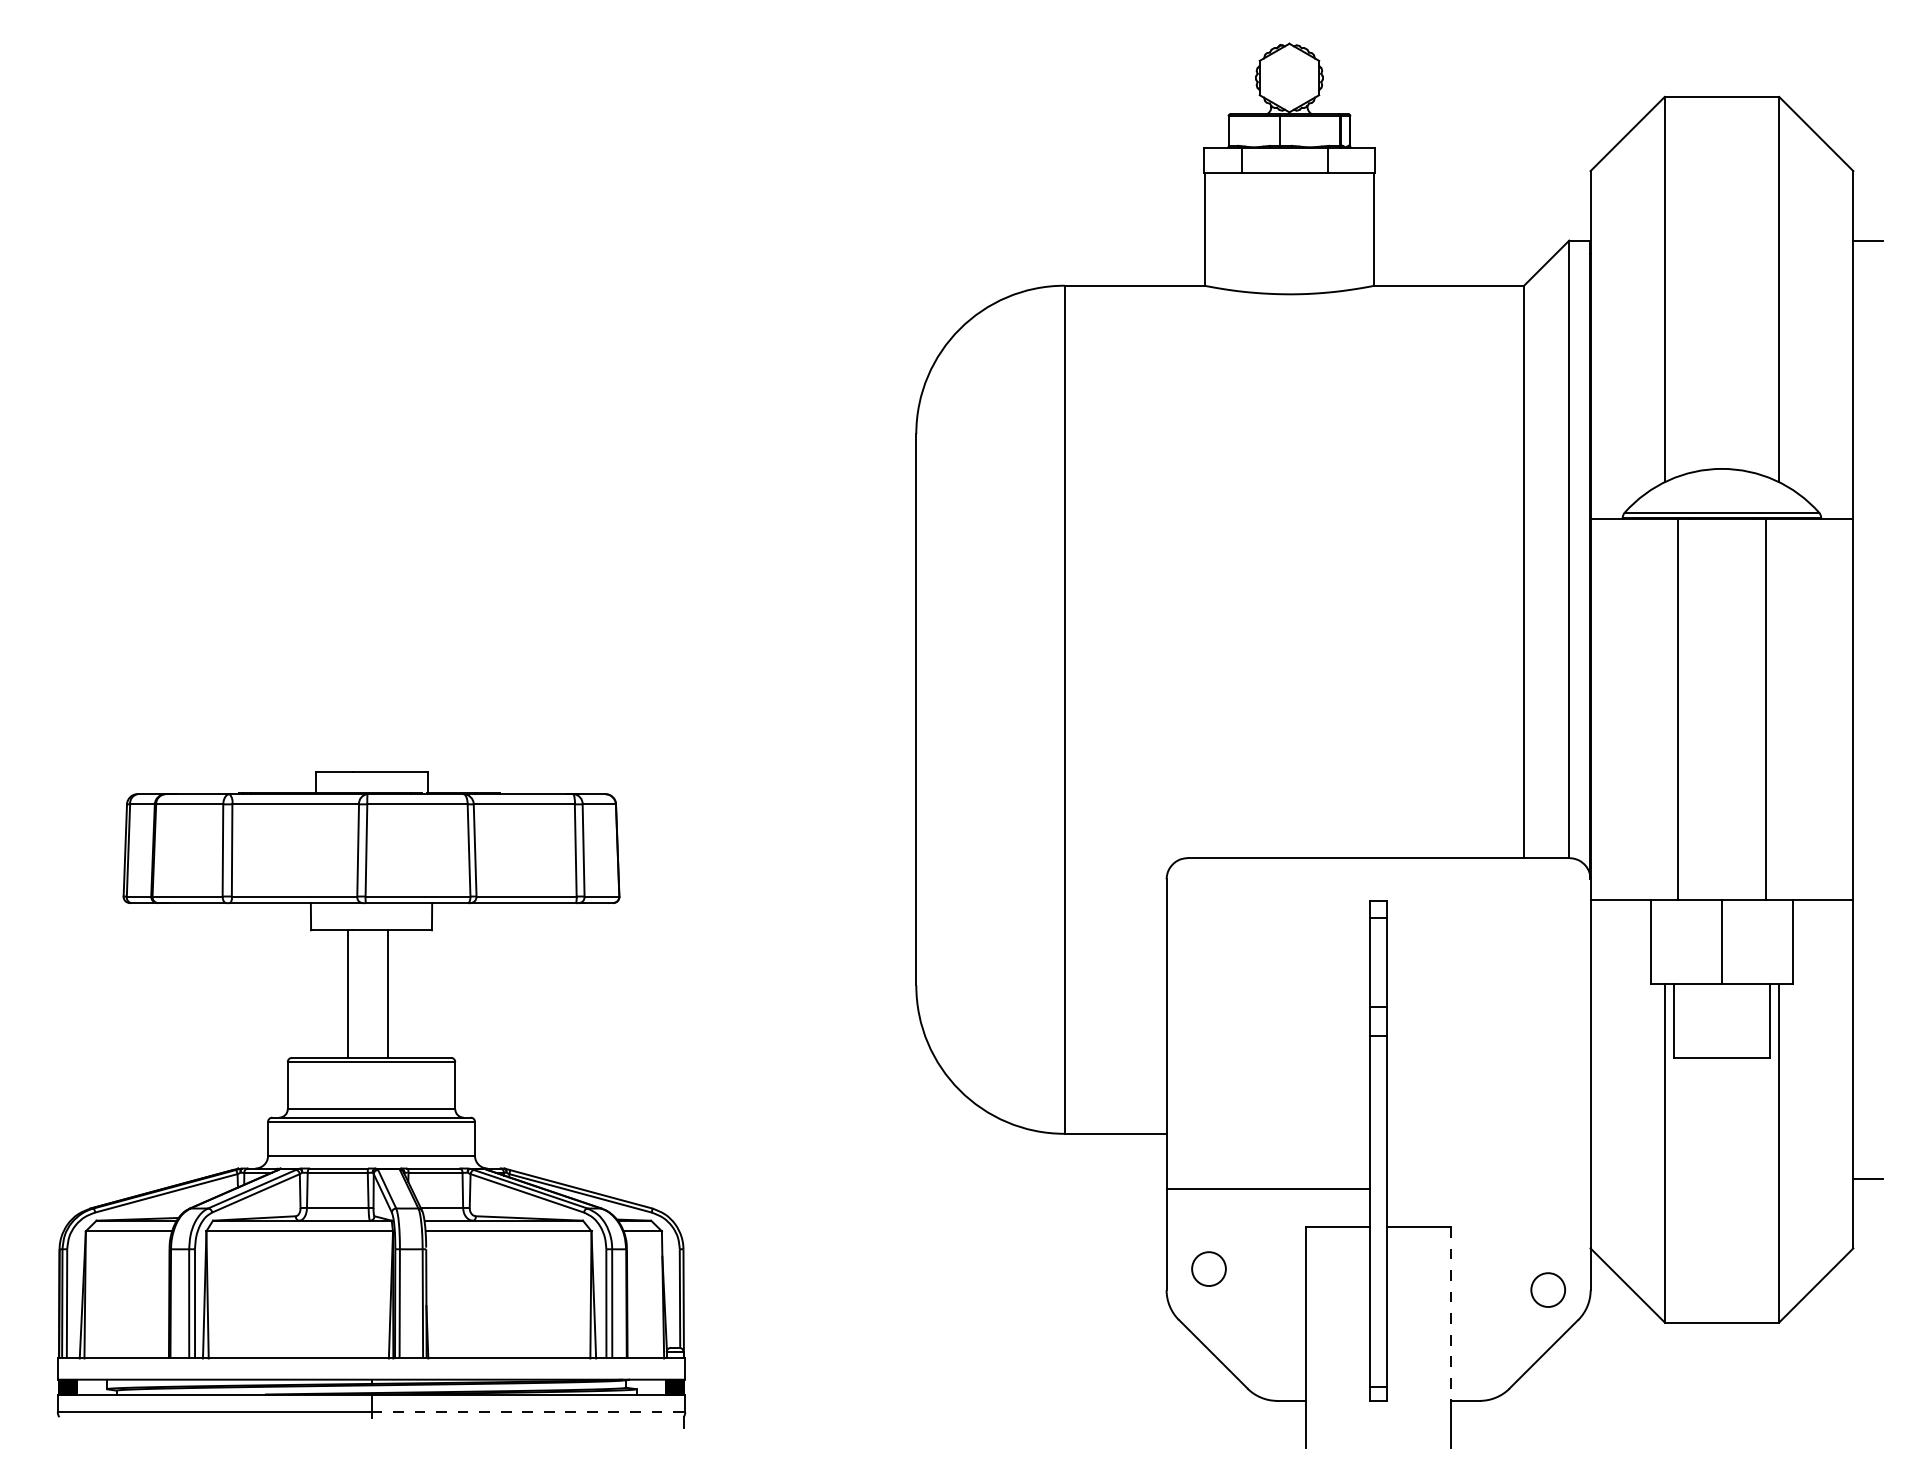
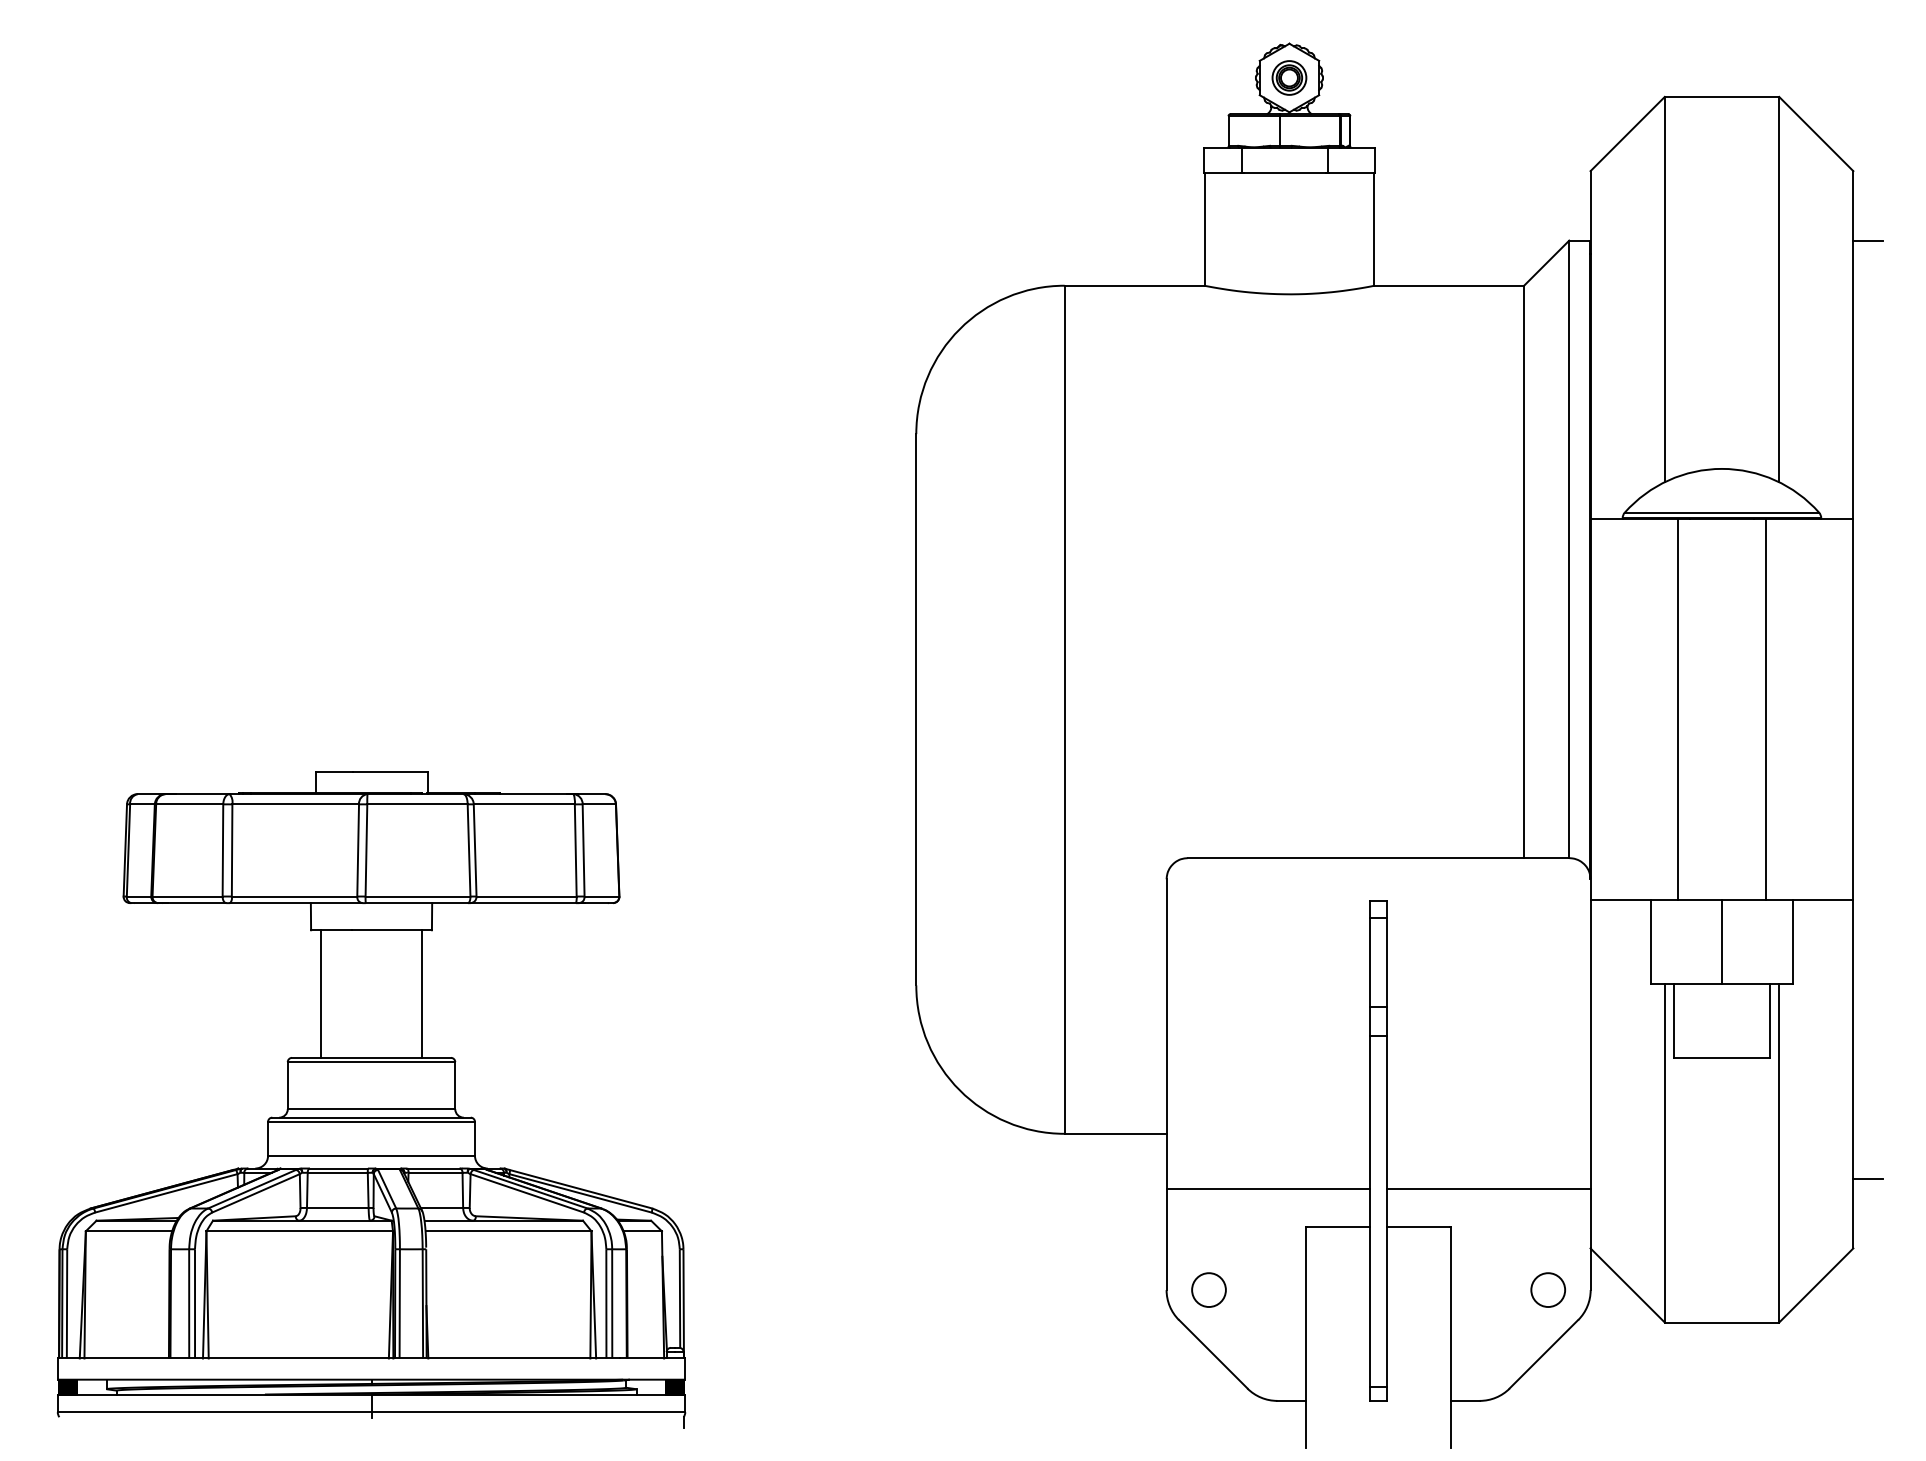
part at (1289, 77): none -> present
line at (348, 993) position: (348, 993) -> (321, 993)
line at (387, 993) position: (387, 993) -> (421, 993)
line at (1488, 1188): none -> present
circle at (1208, 1268) position: (1208, 1268) -> (1208, 1289)
line at (1450, 1314): dashed -> solid
line at (528, 1412): dashed -> solid
